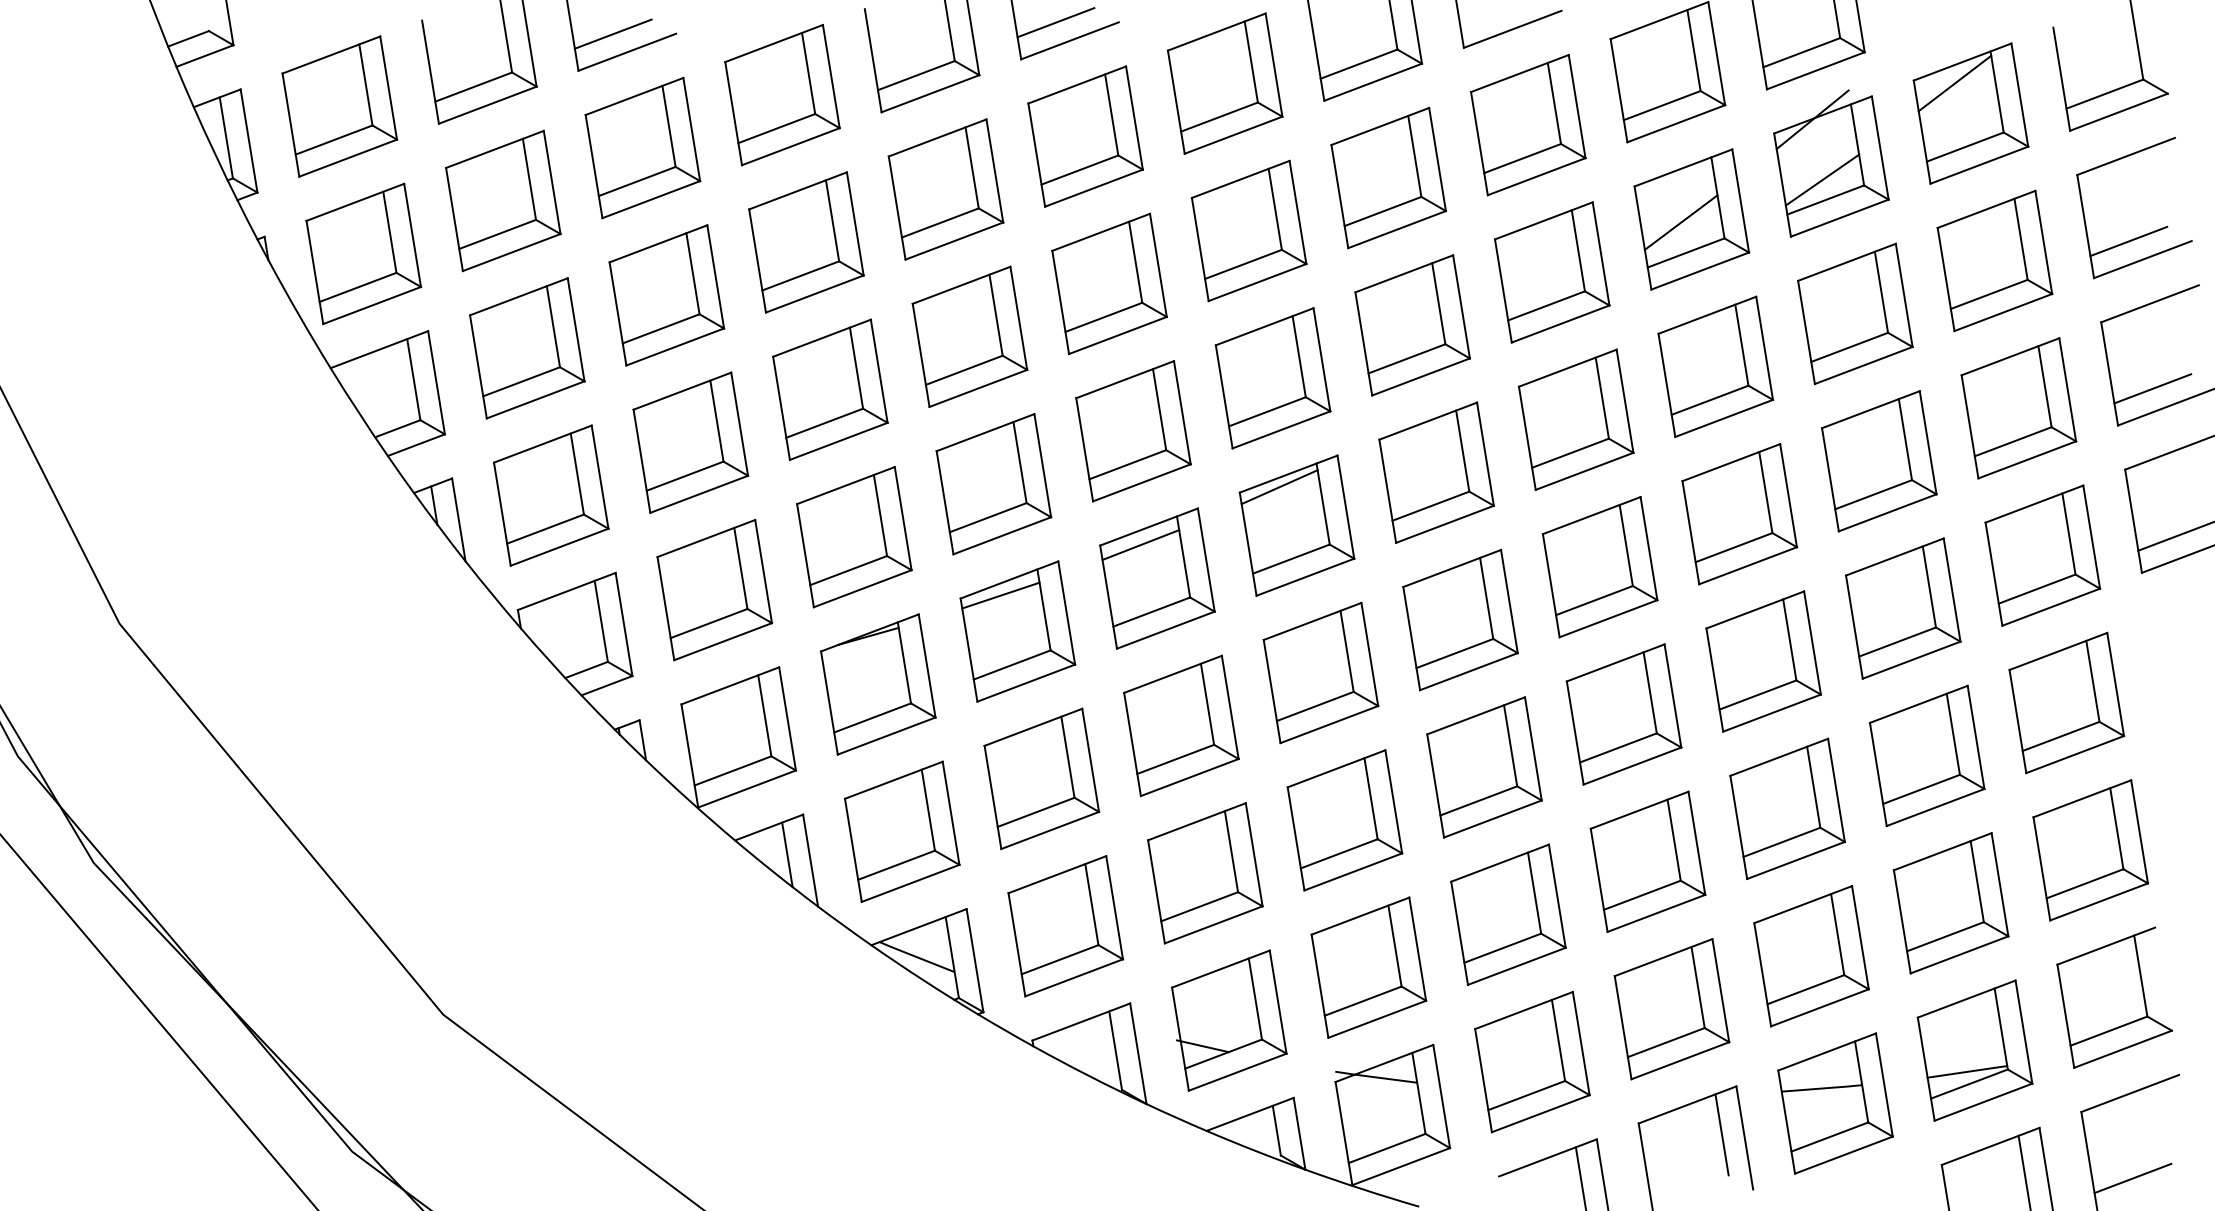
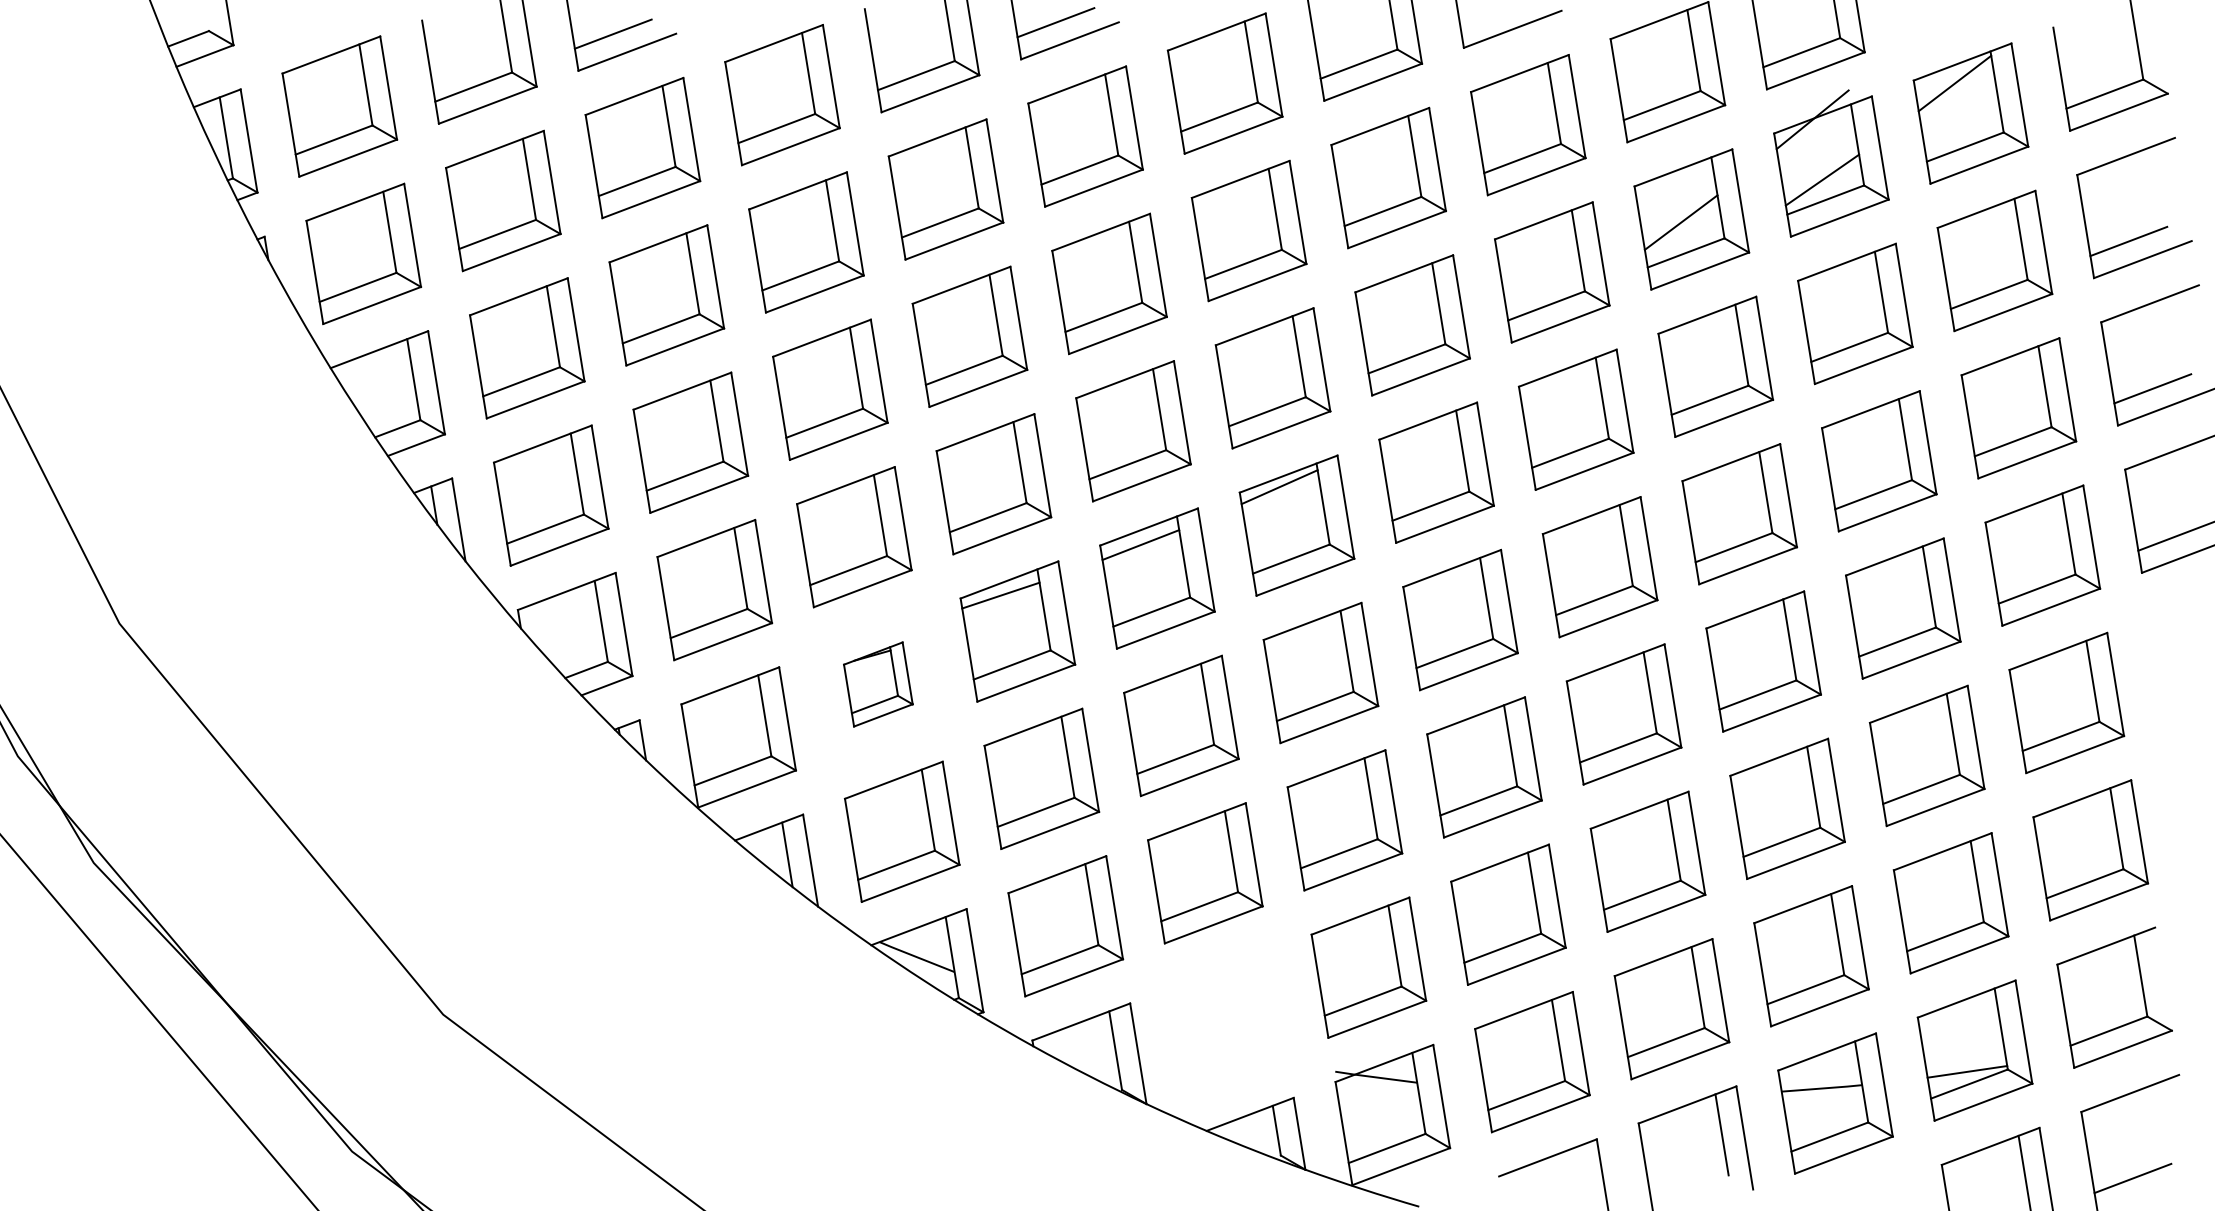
part at (878, 684) size: 117x143 px -> 71x87 px
part at (1229, 1020): present -> none
line at (1580, 1177): present -> none
